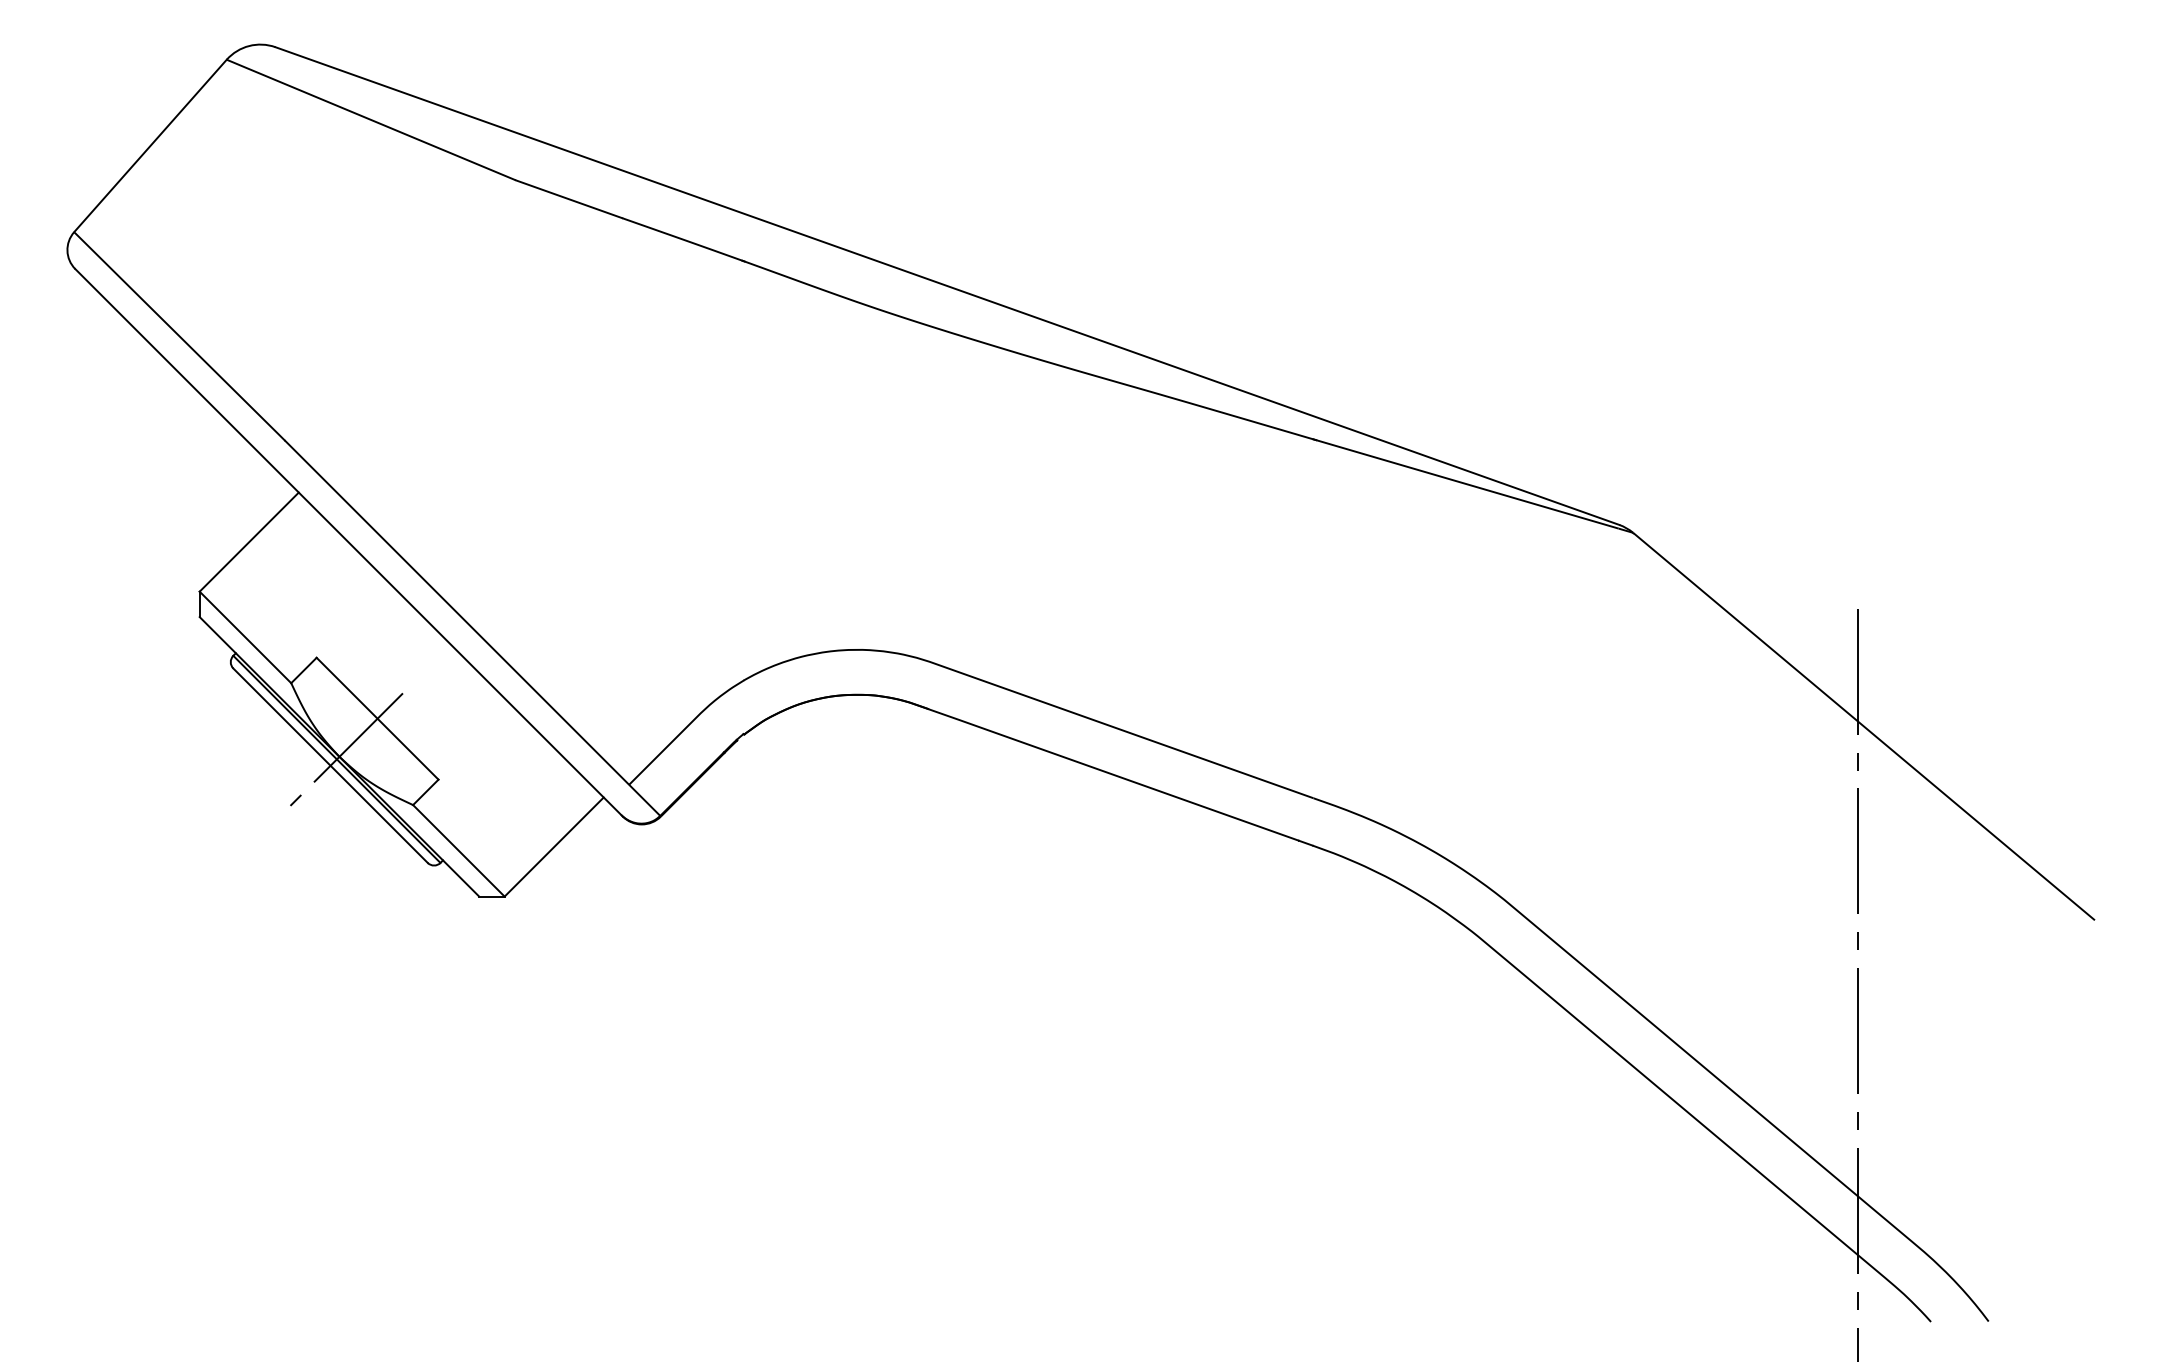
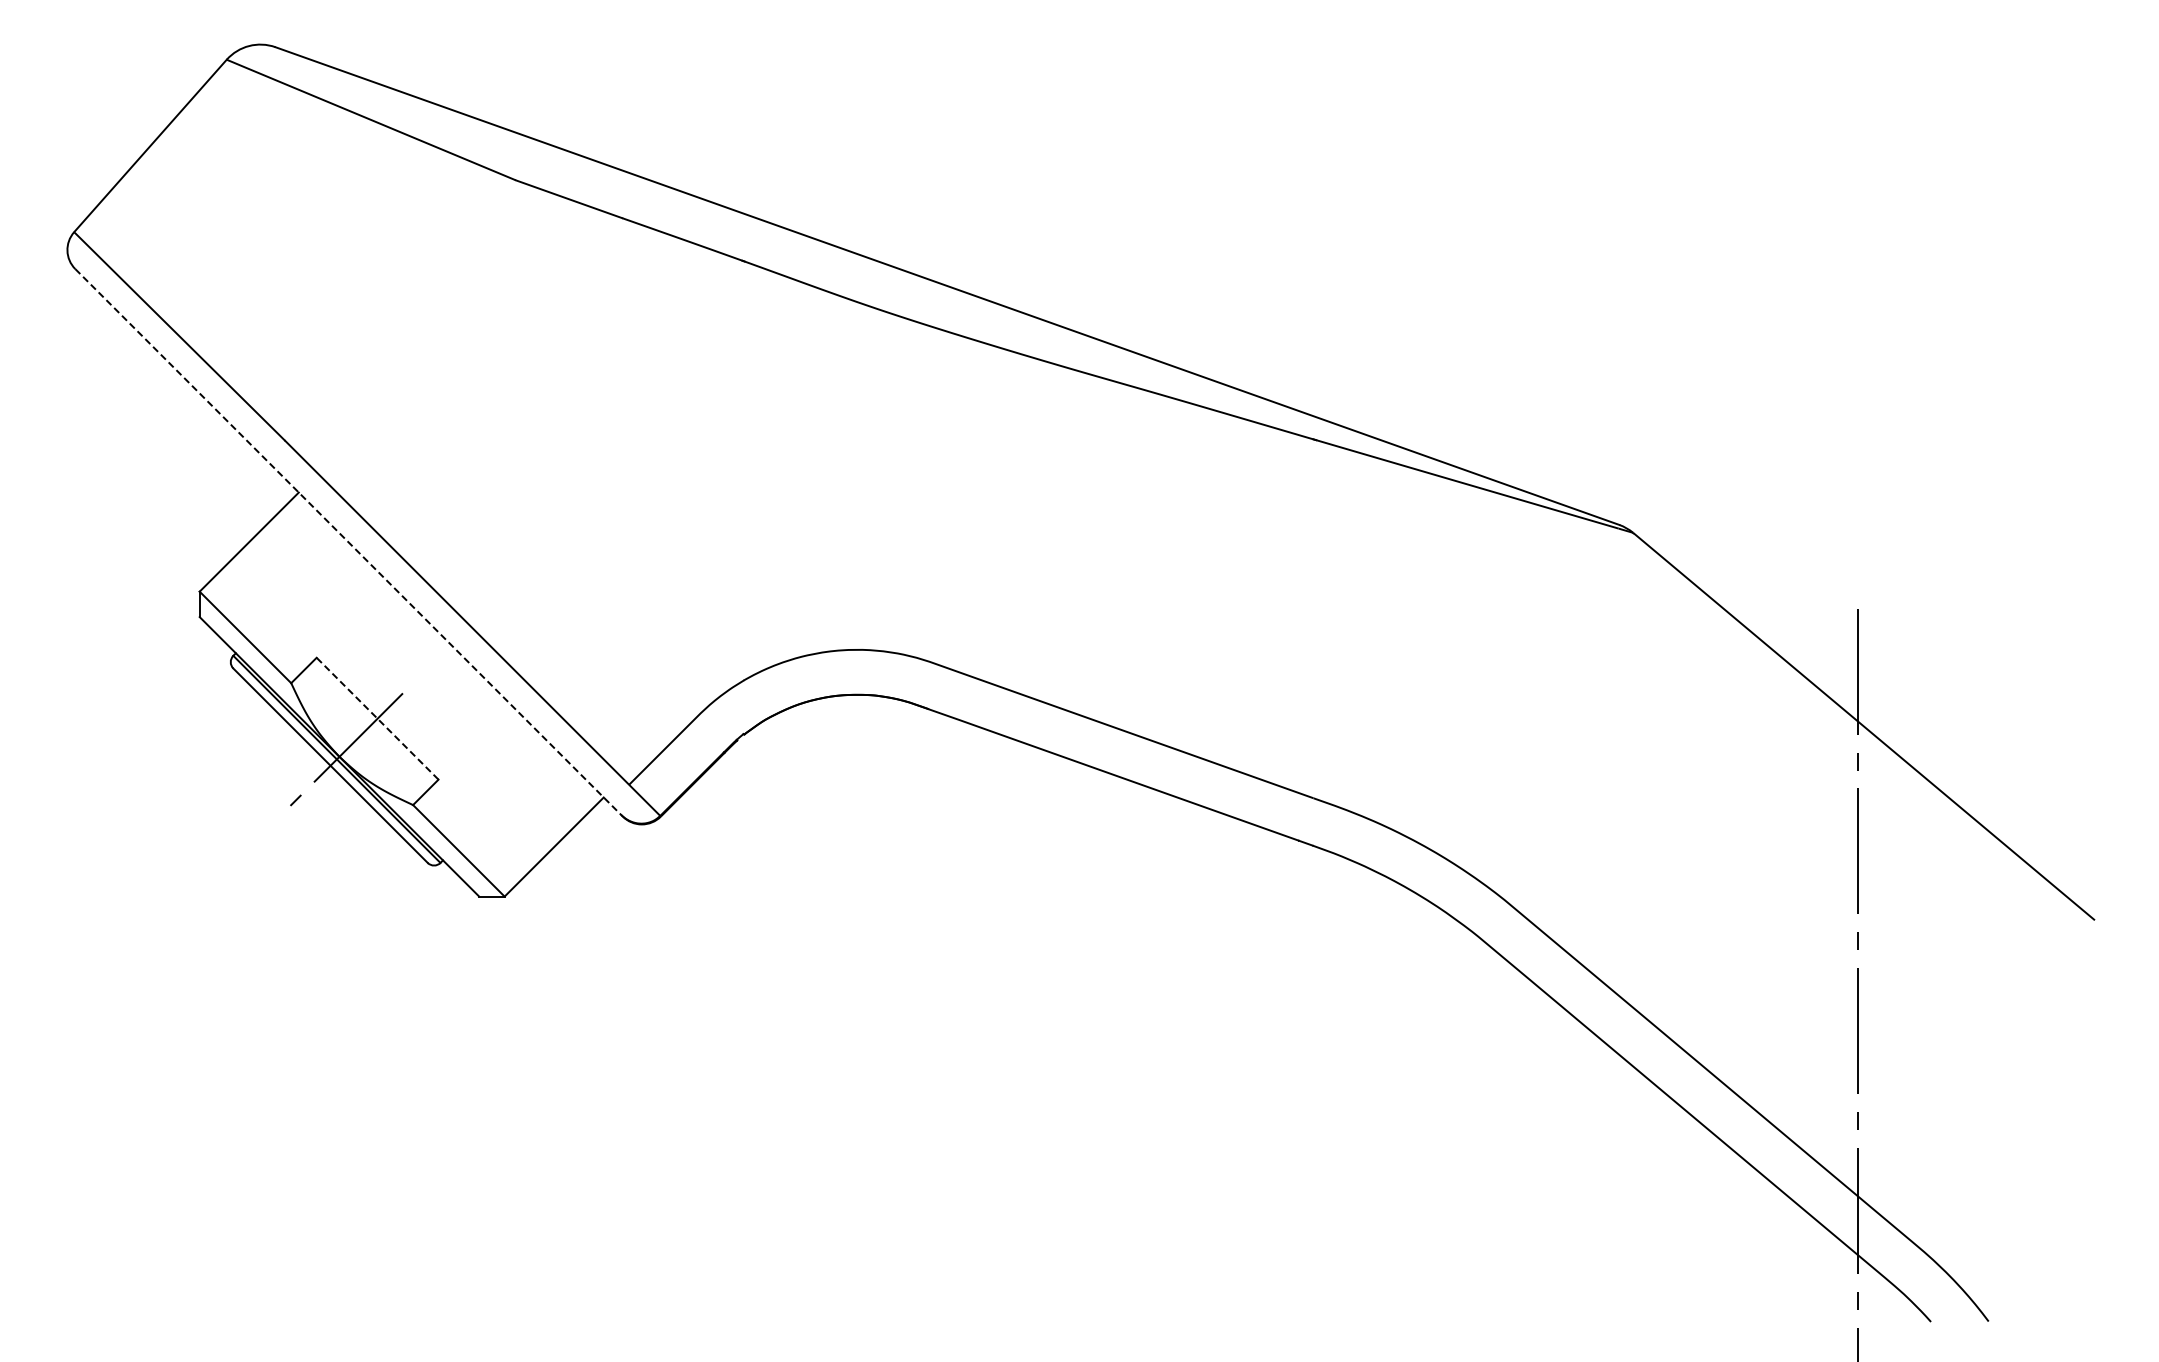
line at (349, 543): solid -> dashed
line at (377, 718): solid -> dashed
